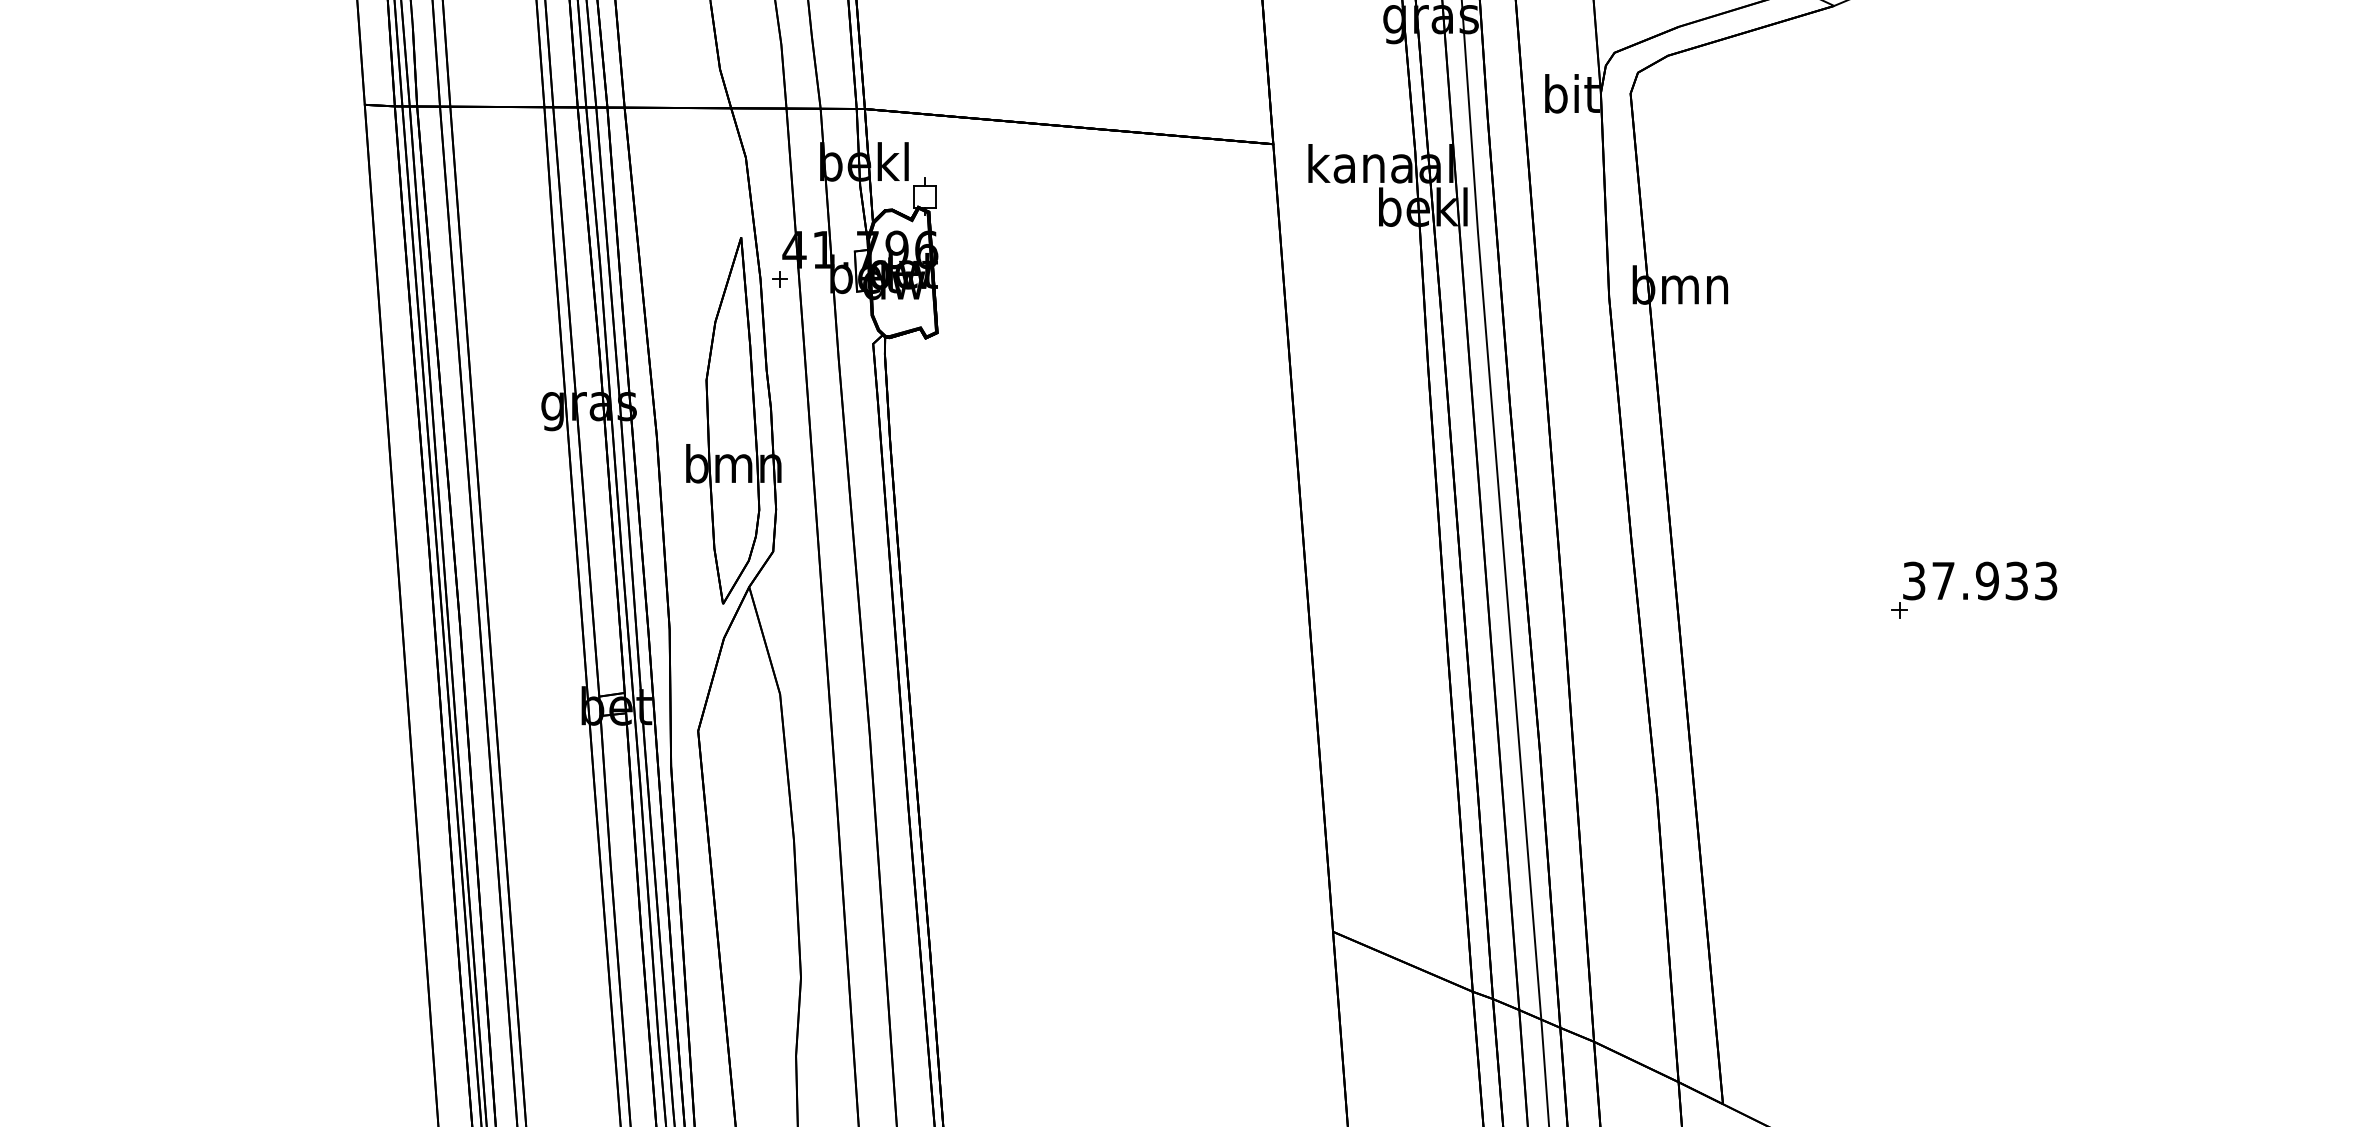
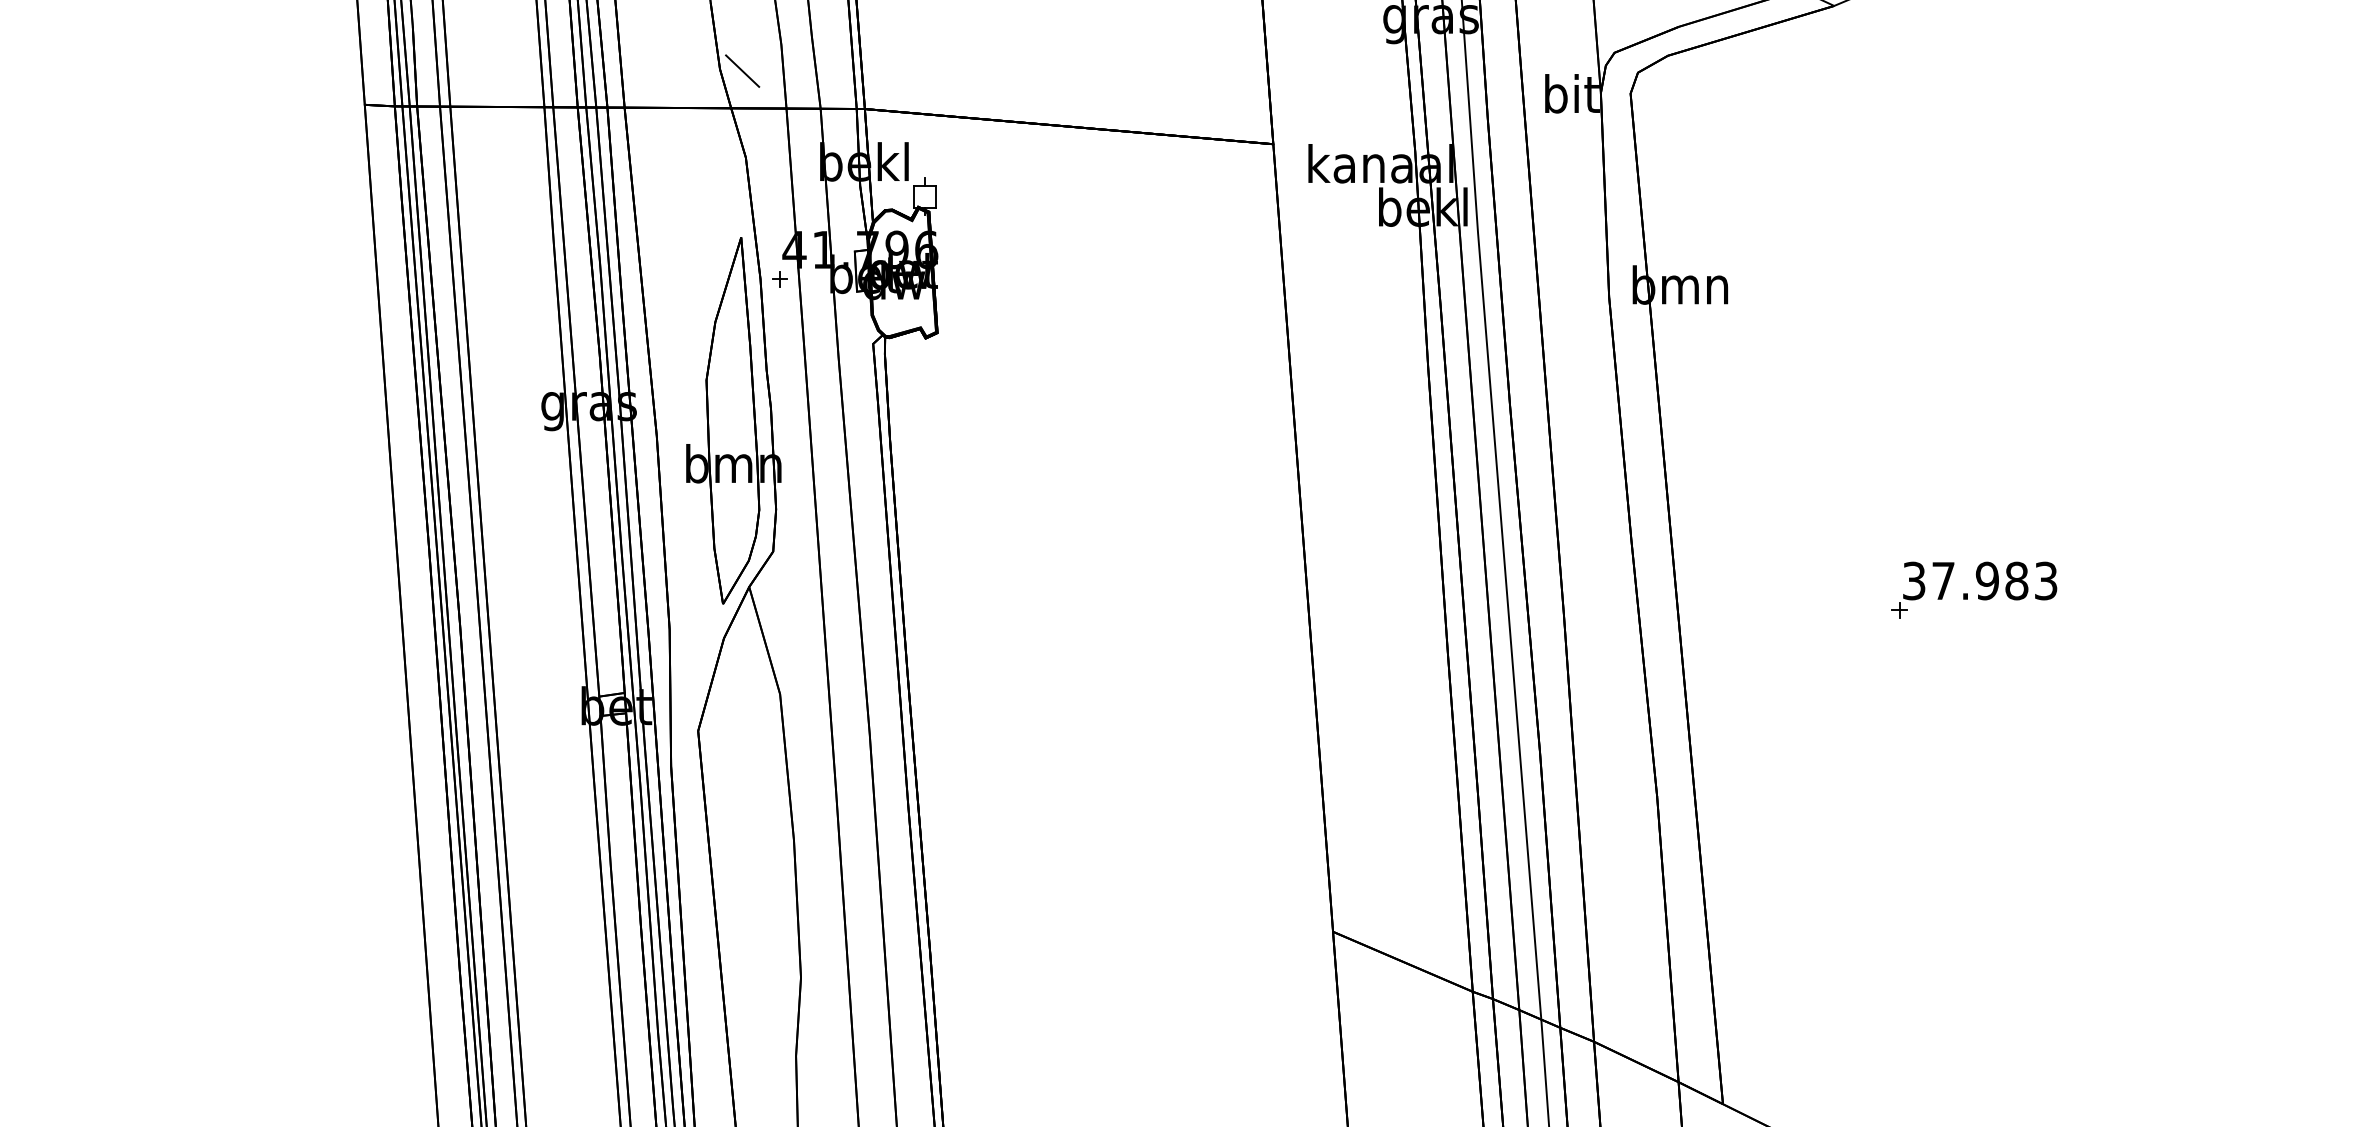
line at (742, 70): none -> present
text at (2016, 580): 37.933 -> 37.983
